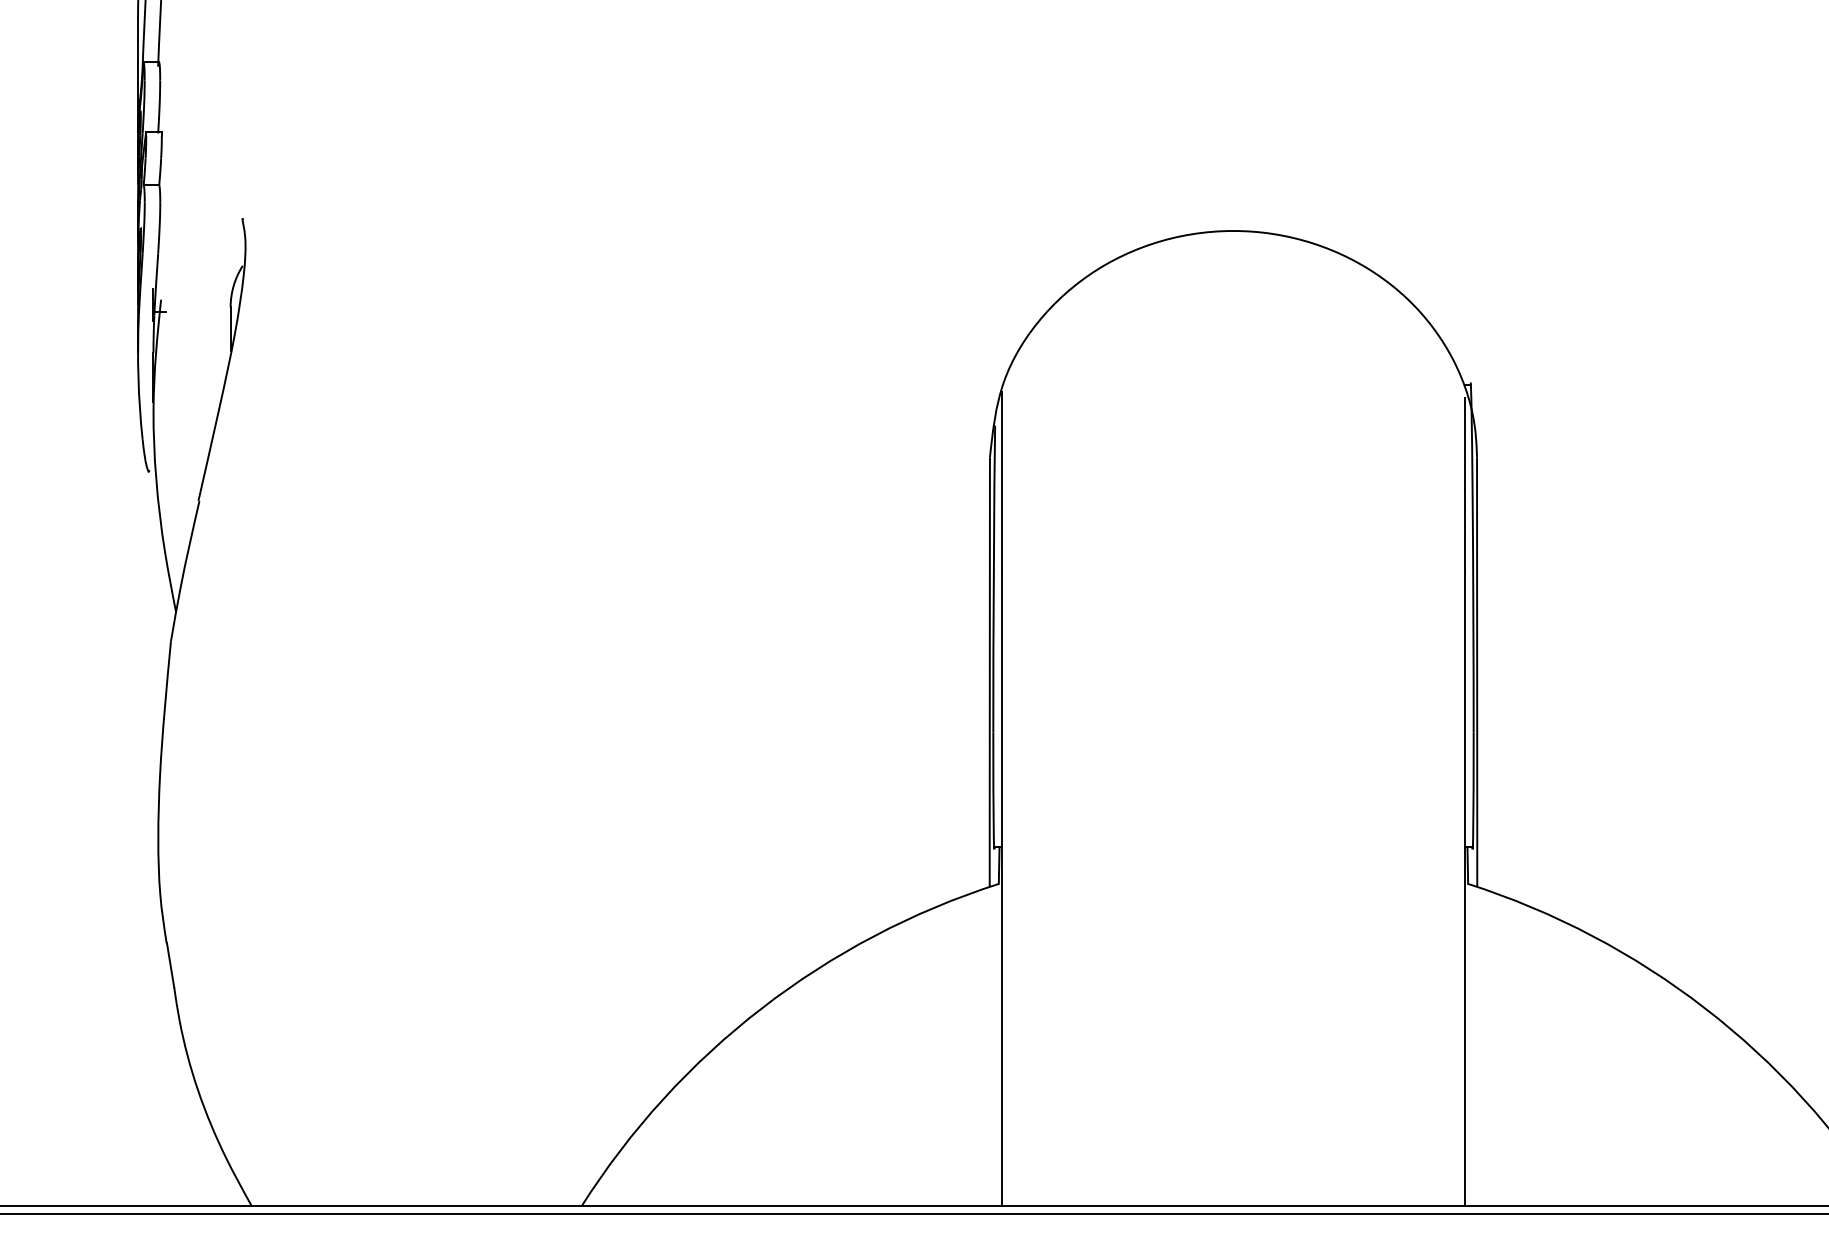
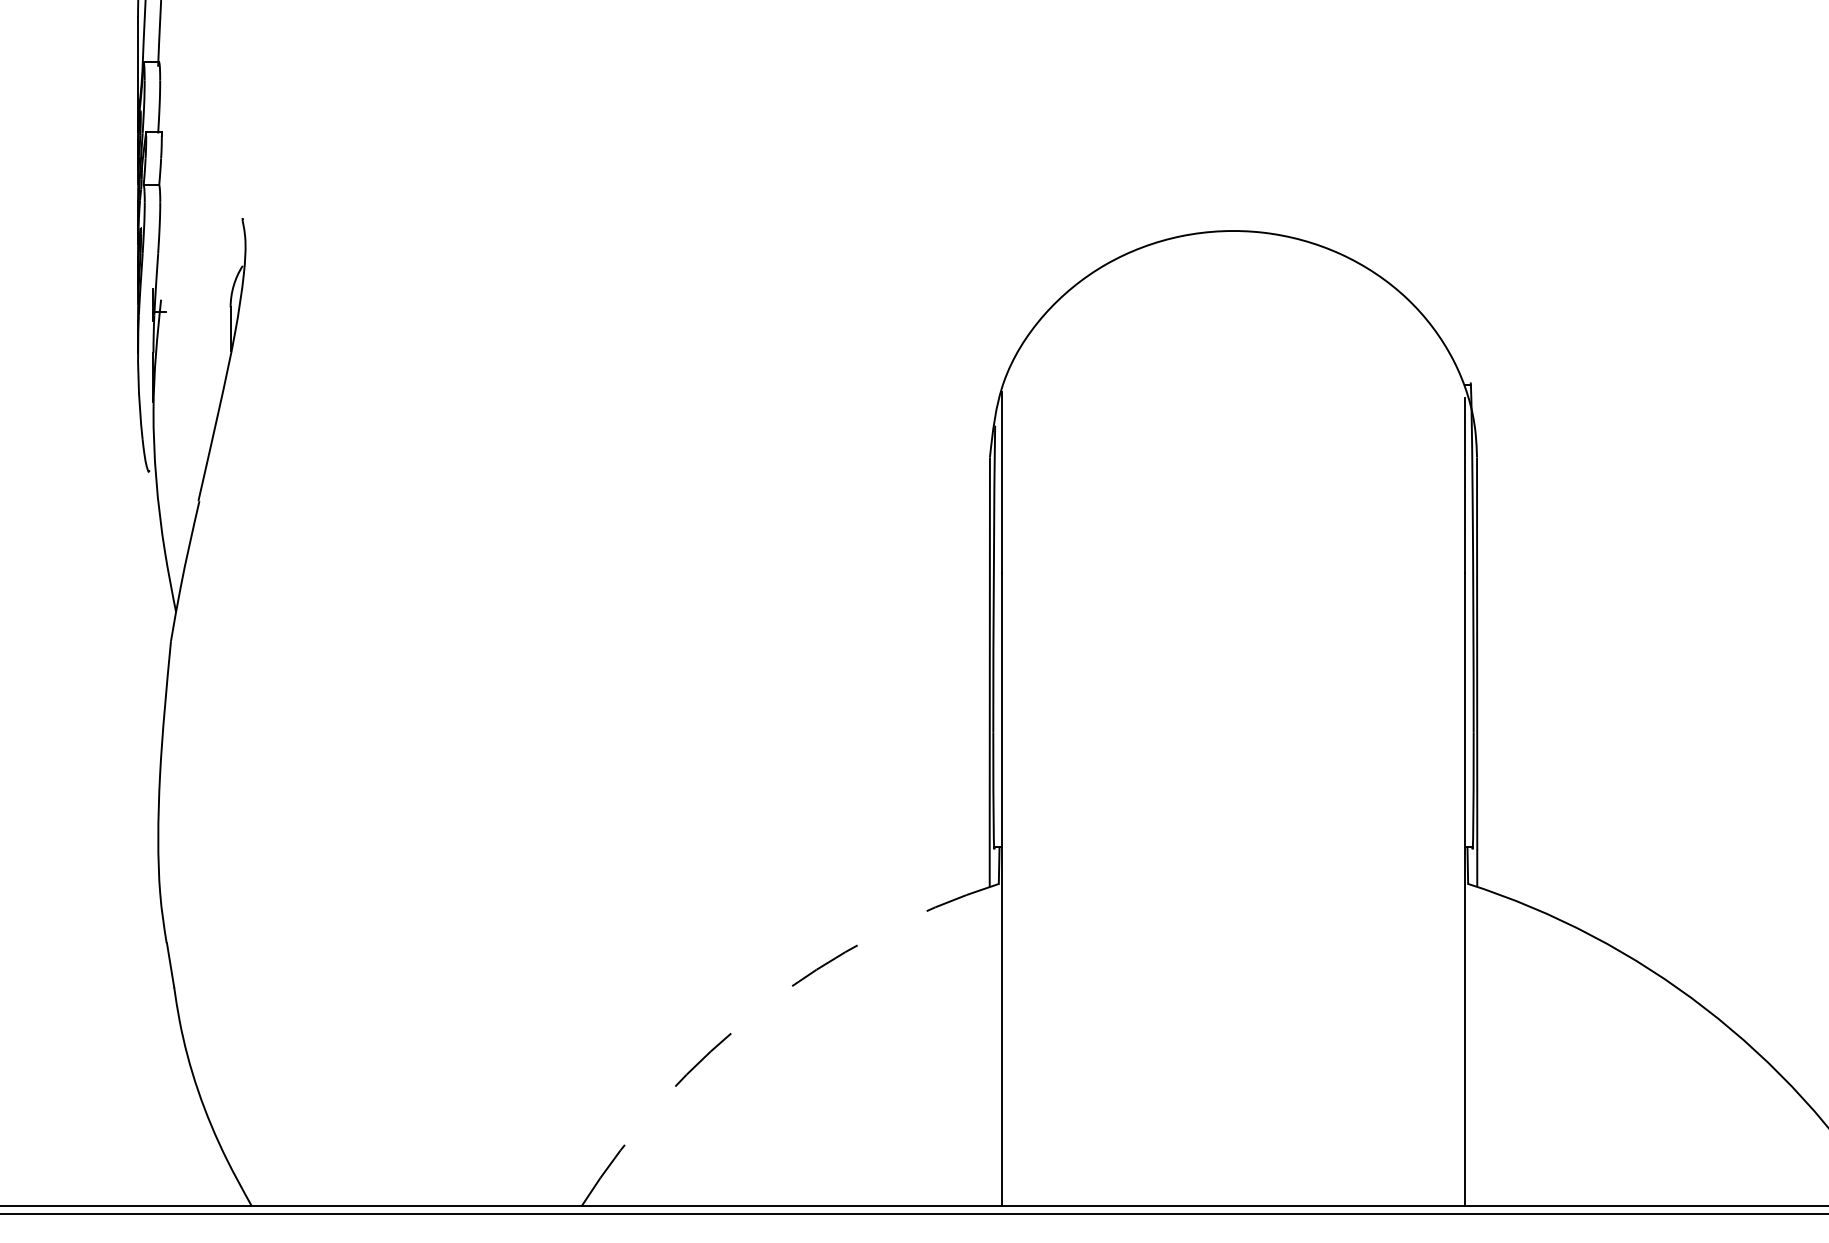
arc at (761, 1008): solid -> dashed
